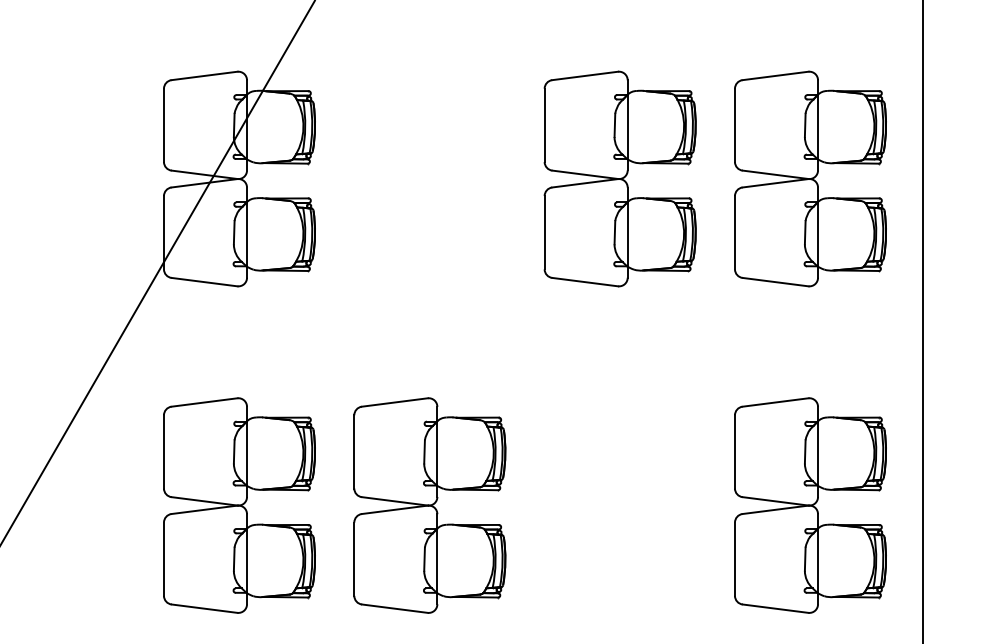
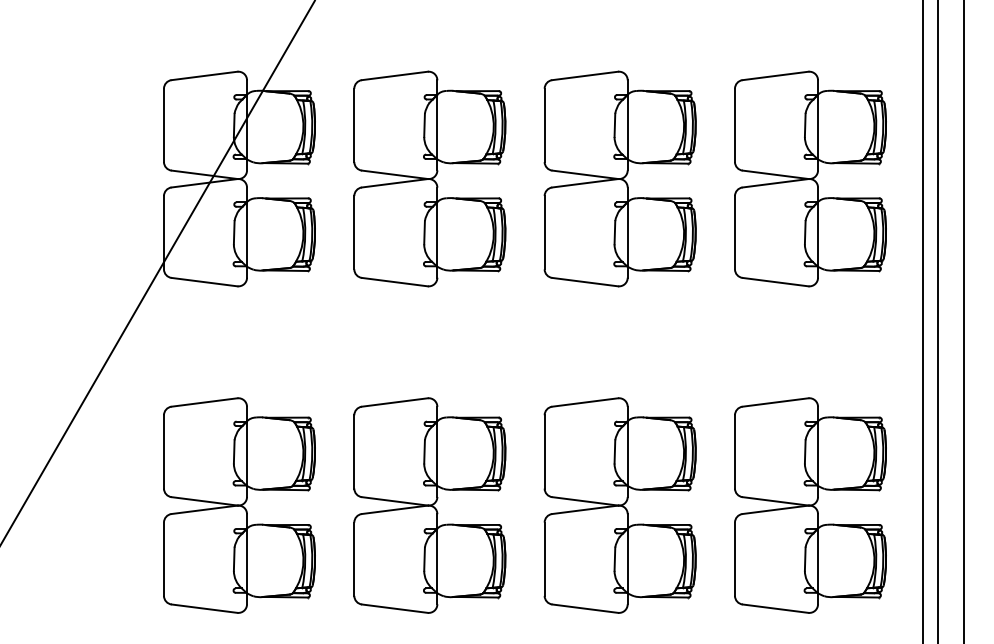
part at (429, 178): none -> present
line at (938, 321): none -> present
line at (964, 321): none -> present
part at (619, 505): none -> present
